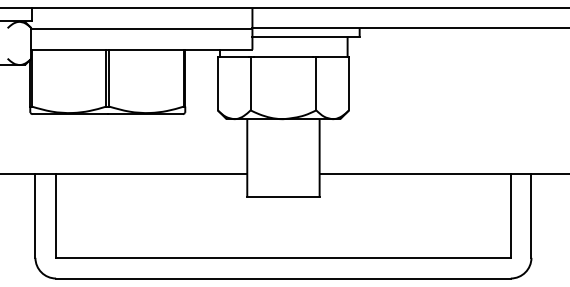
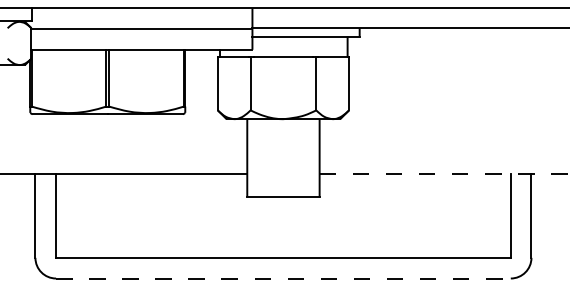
line at (444, 173): solid -> dashed
line at (283, 278): solid -> dashed
